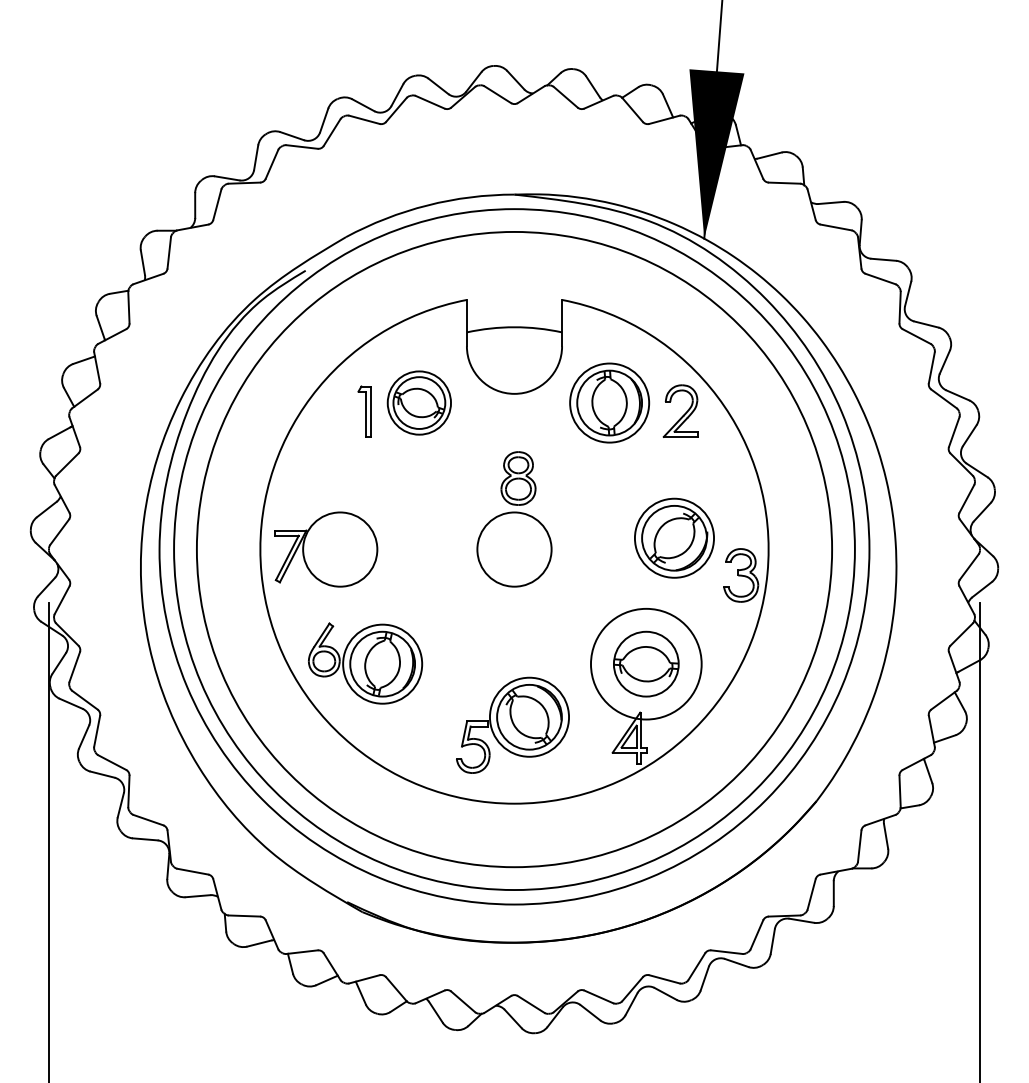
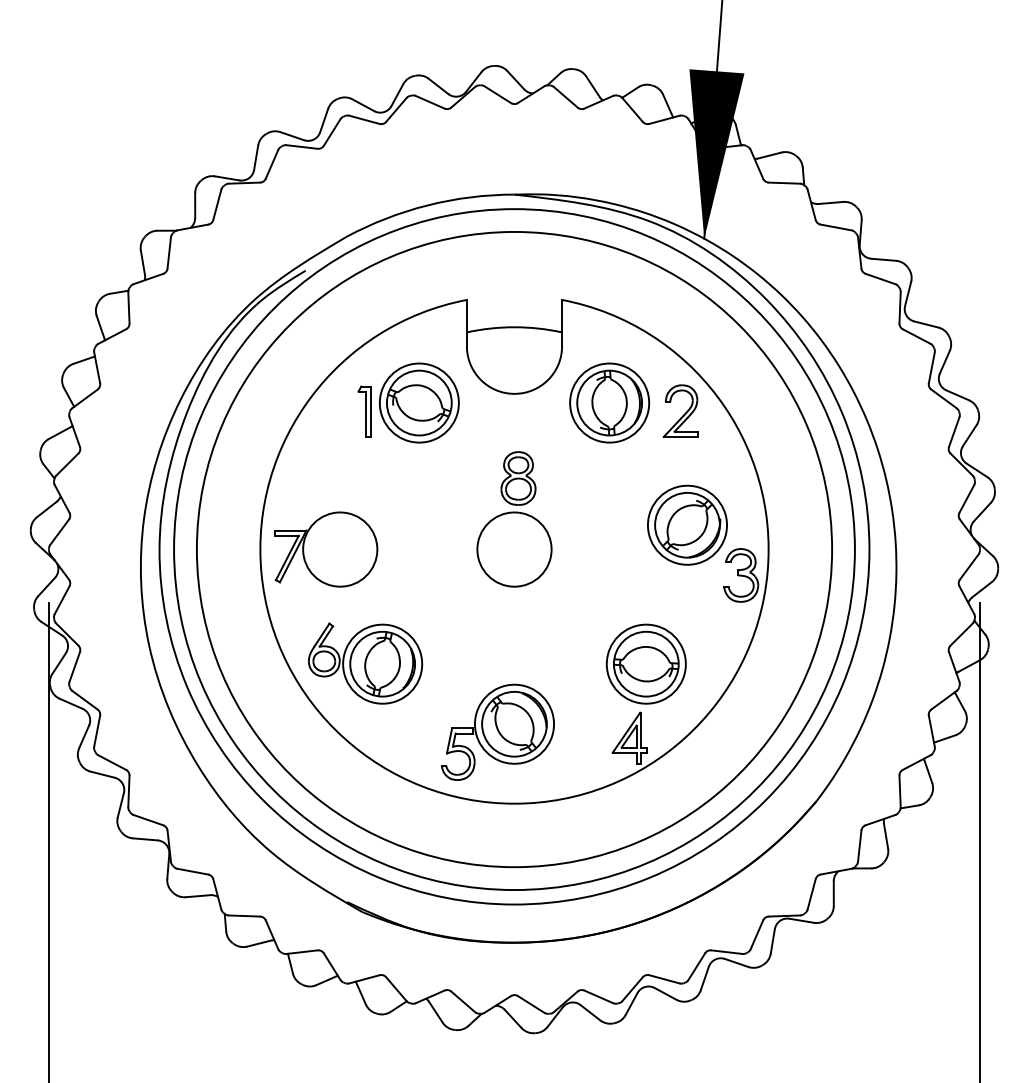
part at (418, 402) size: 66x66 px -> 81x82 px
part at (674, 537) position: (674, 537) -> (687, 524)
circle at (645, 663) diameter: 111 px -> 79 px
part at (512, 724) position: (512, 724) -> (497, 731)
